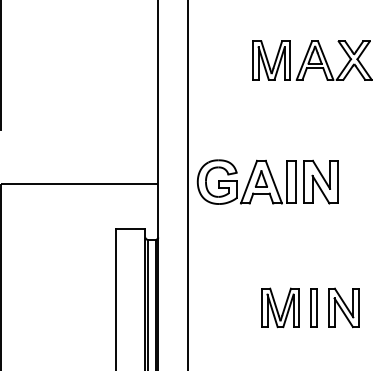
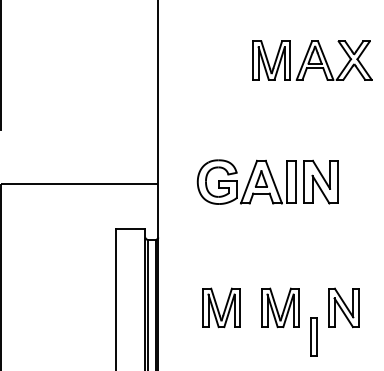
line at (188, 184): present -> none
part at (221, 307): none -> present
part at (313, 307) position: (313, 307) -> (313, 336)
